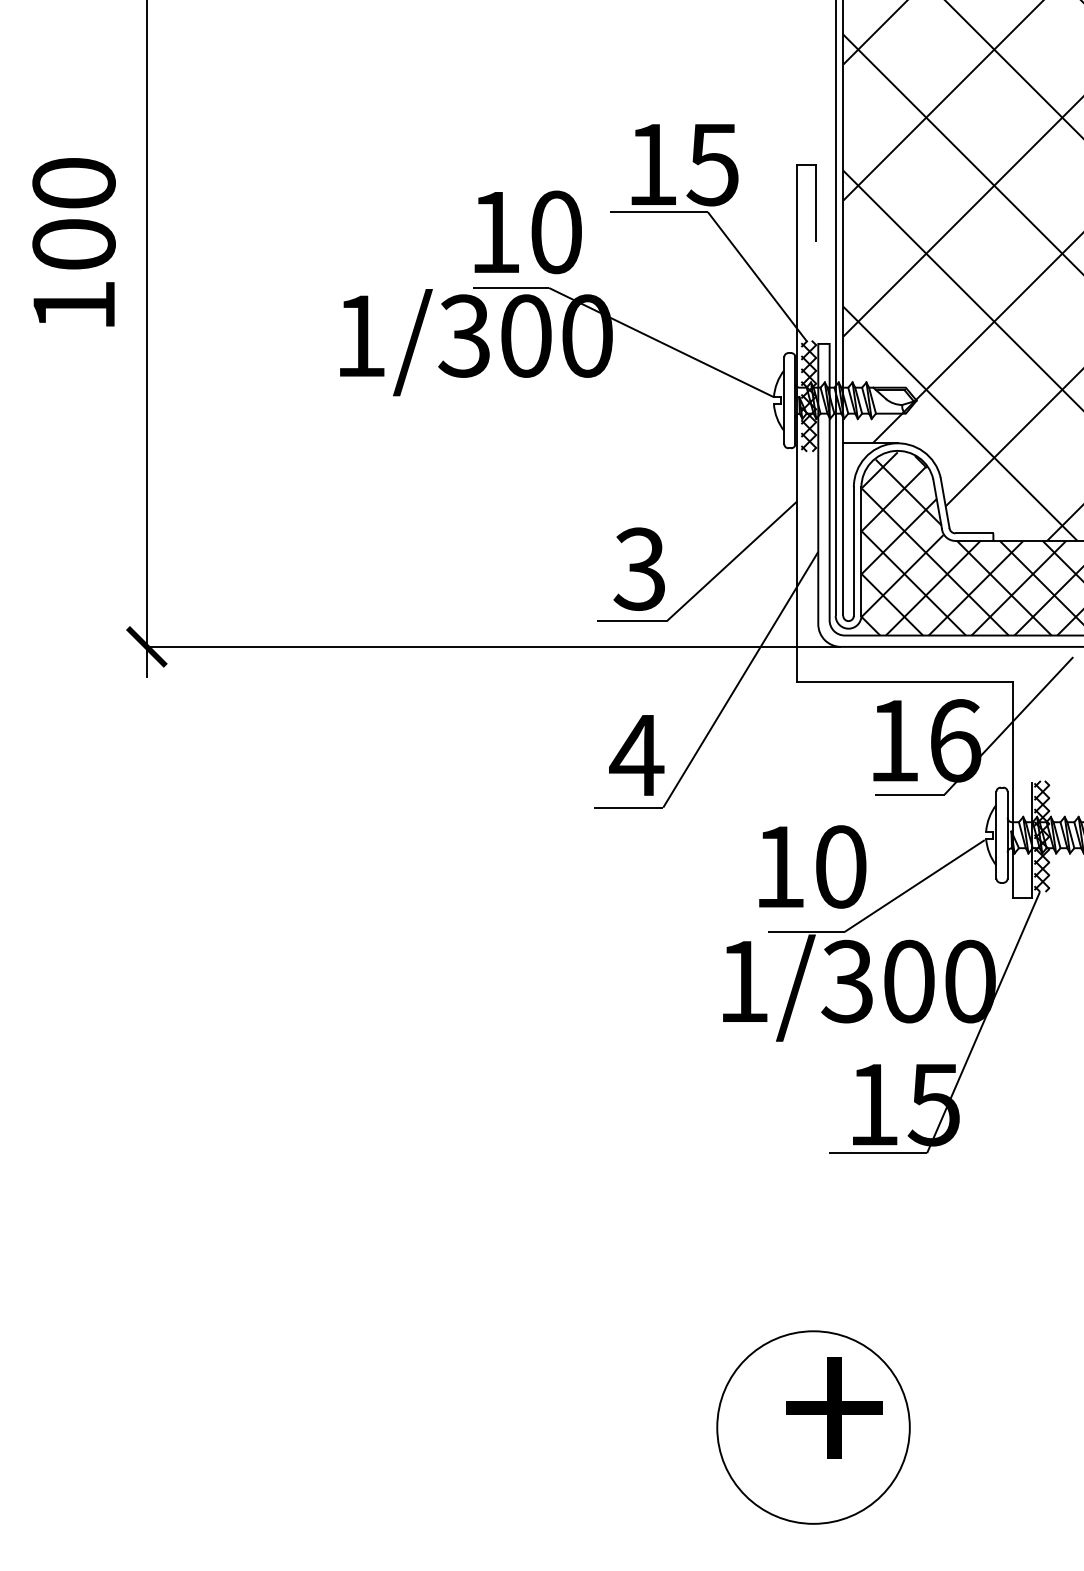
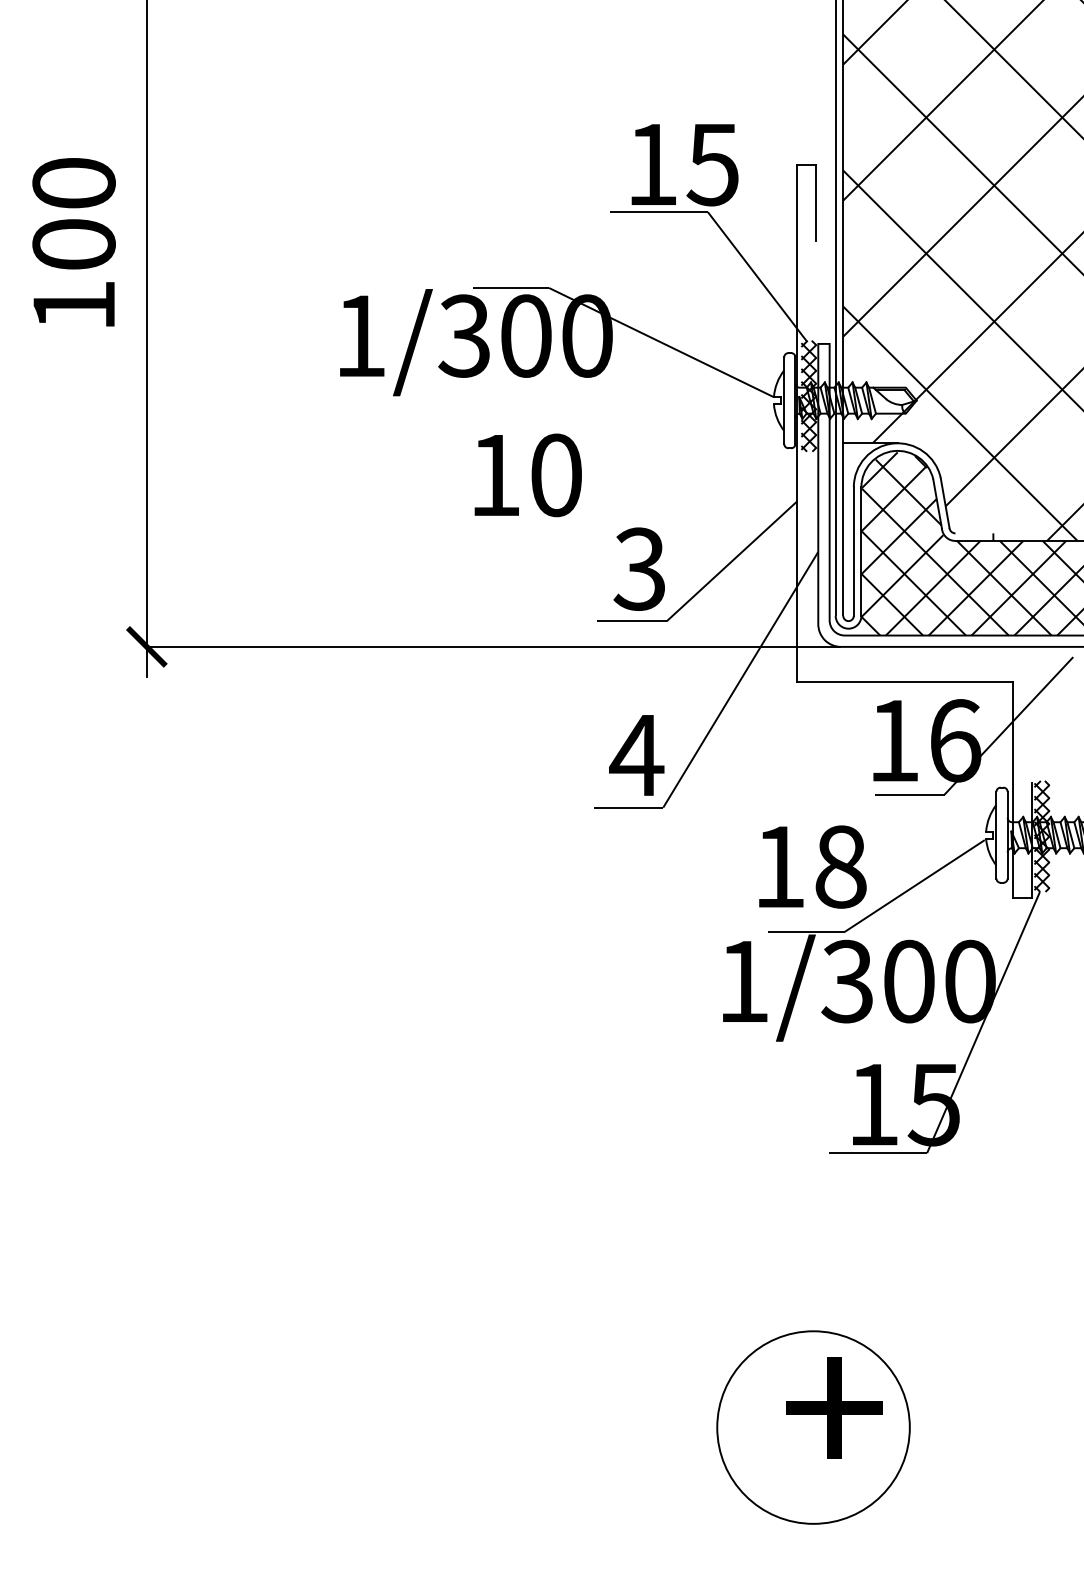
text at (527, 232) position: (527, 232) -> (527, 475)
line at (974, 533): present -> none
text at (840, 866): 10 -> 18
